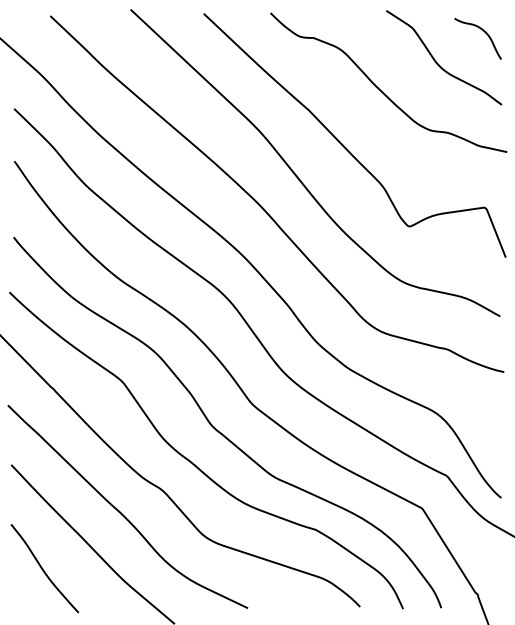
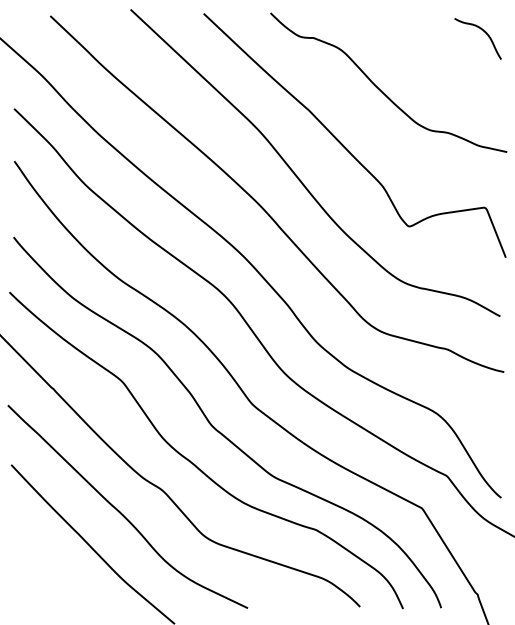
curve at (438, 63): present -> none
curve at (43, 568): present -> none
